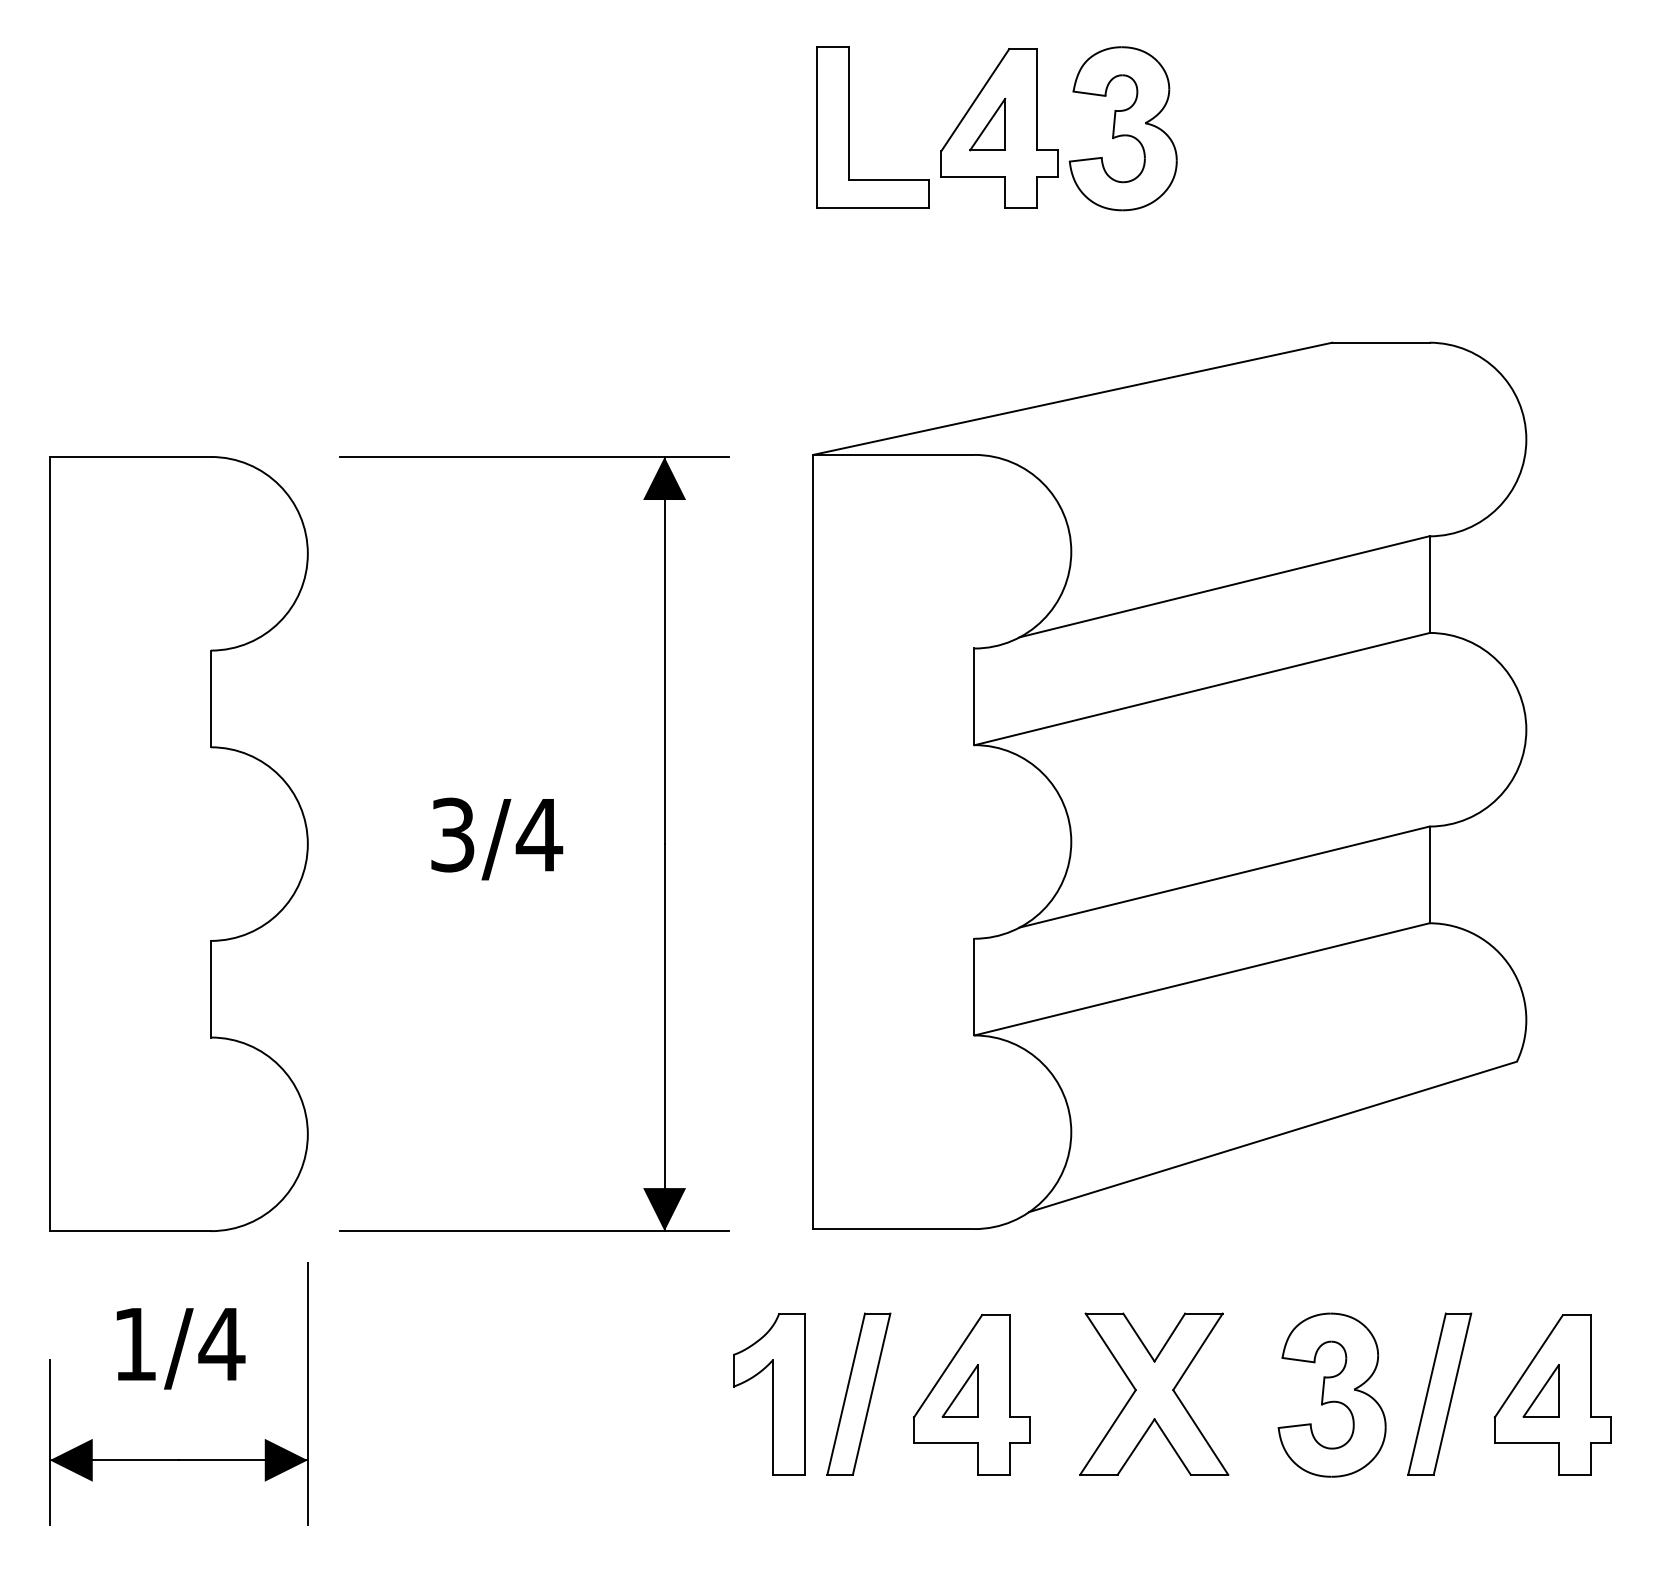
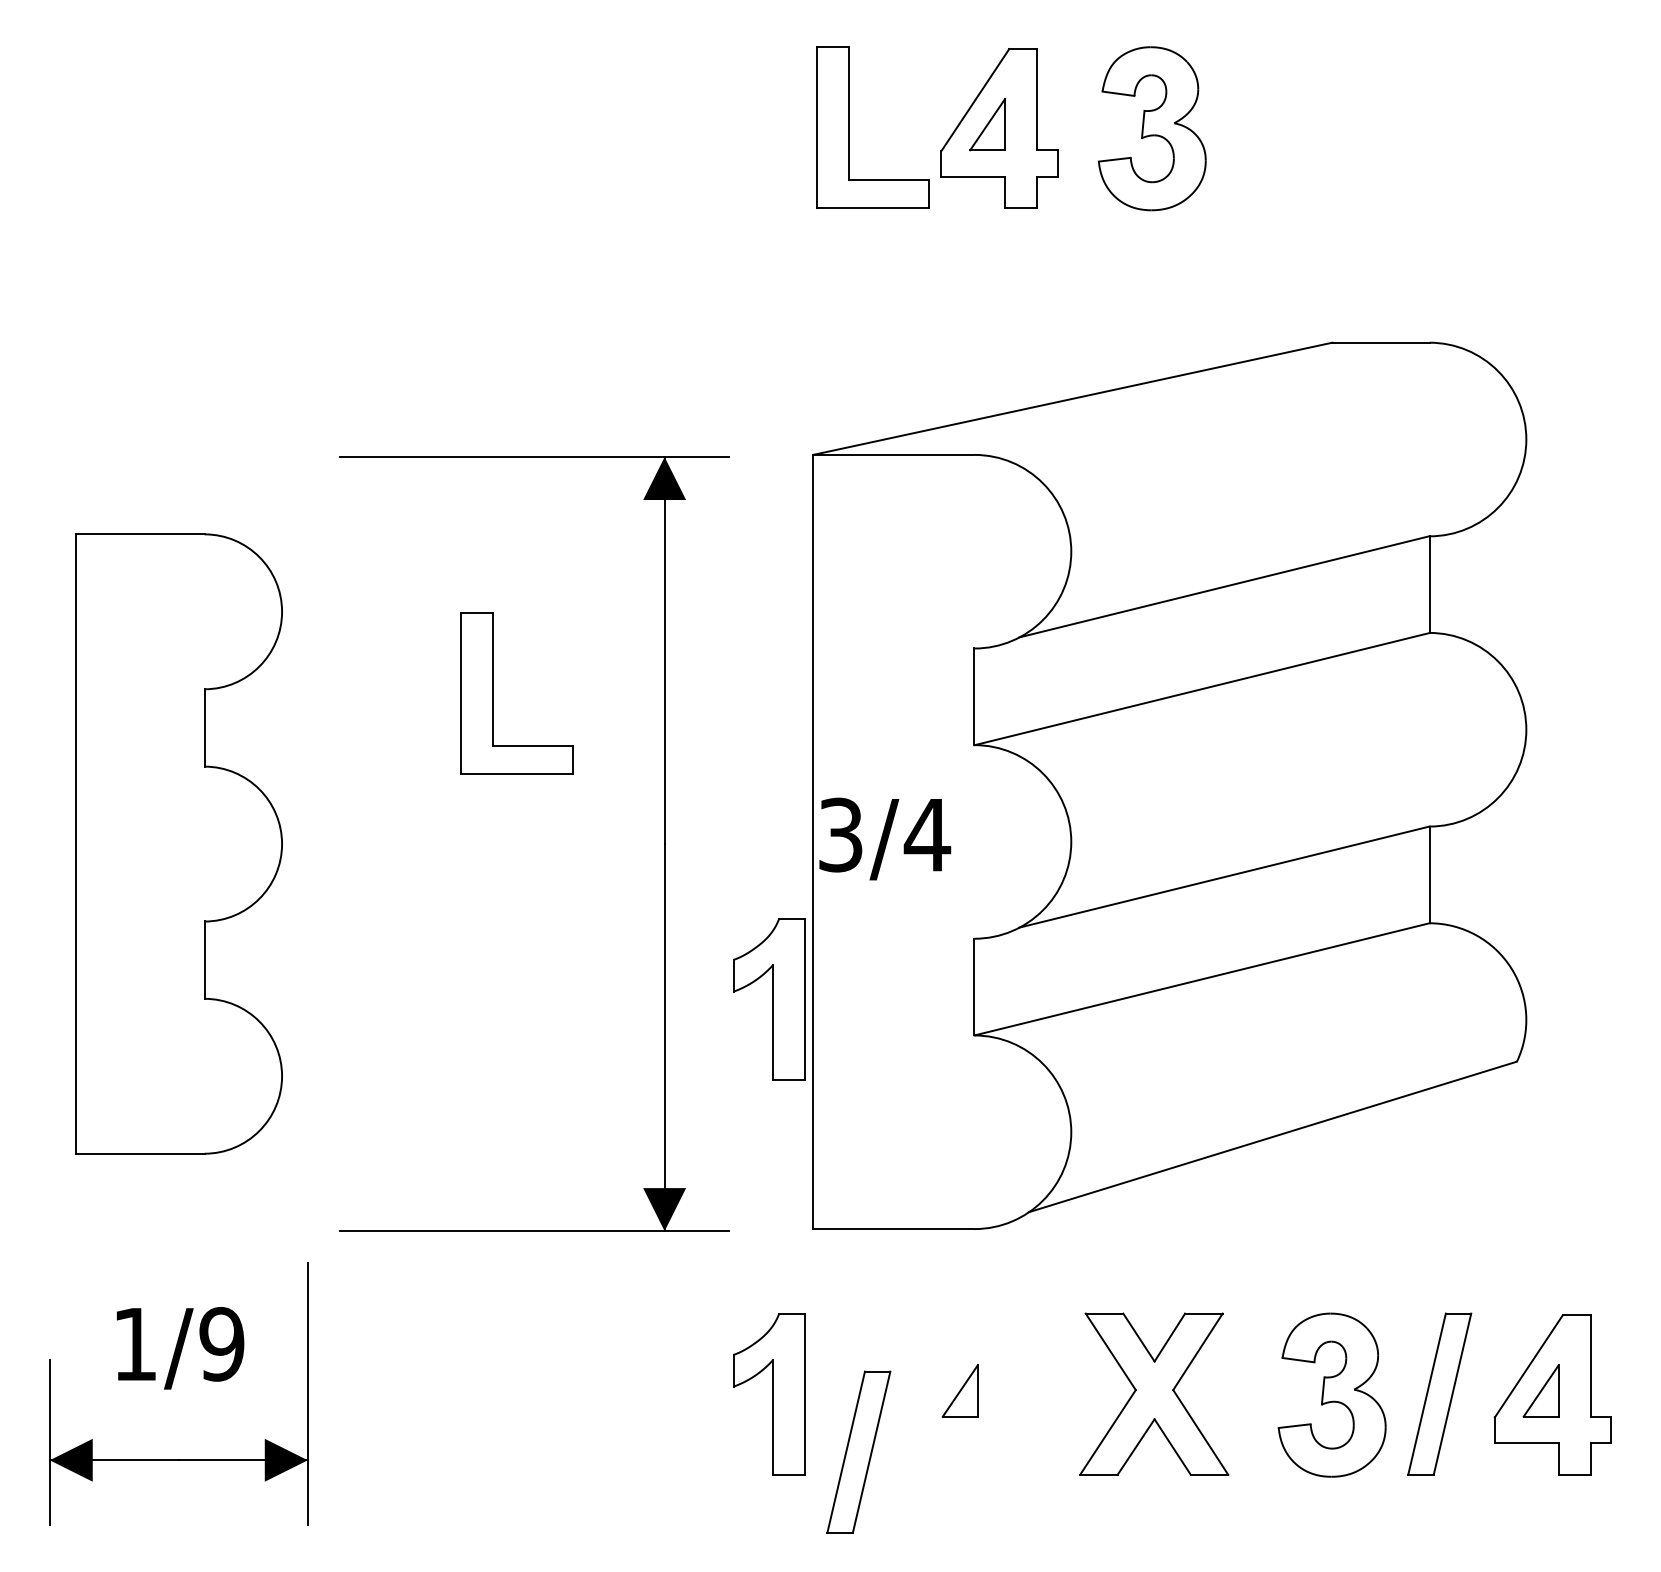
part at (1122, 128) position: (1122, 128) -> (1151, 128)
part at (493, 693): none -> present
text at (497, 838) position: (497, 838) -> (885, 838)
part at (178, 843) size: 260x776 px -> 208x622 px
part at (769, 999): none -> present
text at (221, 1344): 1/4 -> 1/9
part at (858, 1393) position: (858, 1393) -> (858, 1451)
part at (971, 1394): present -> none
